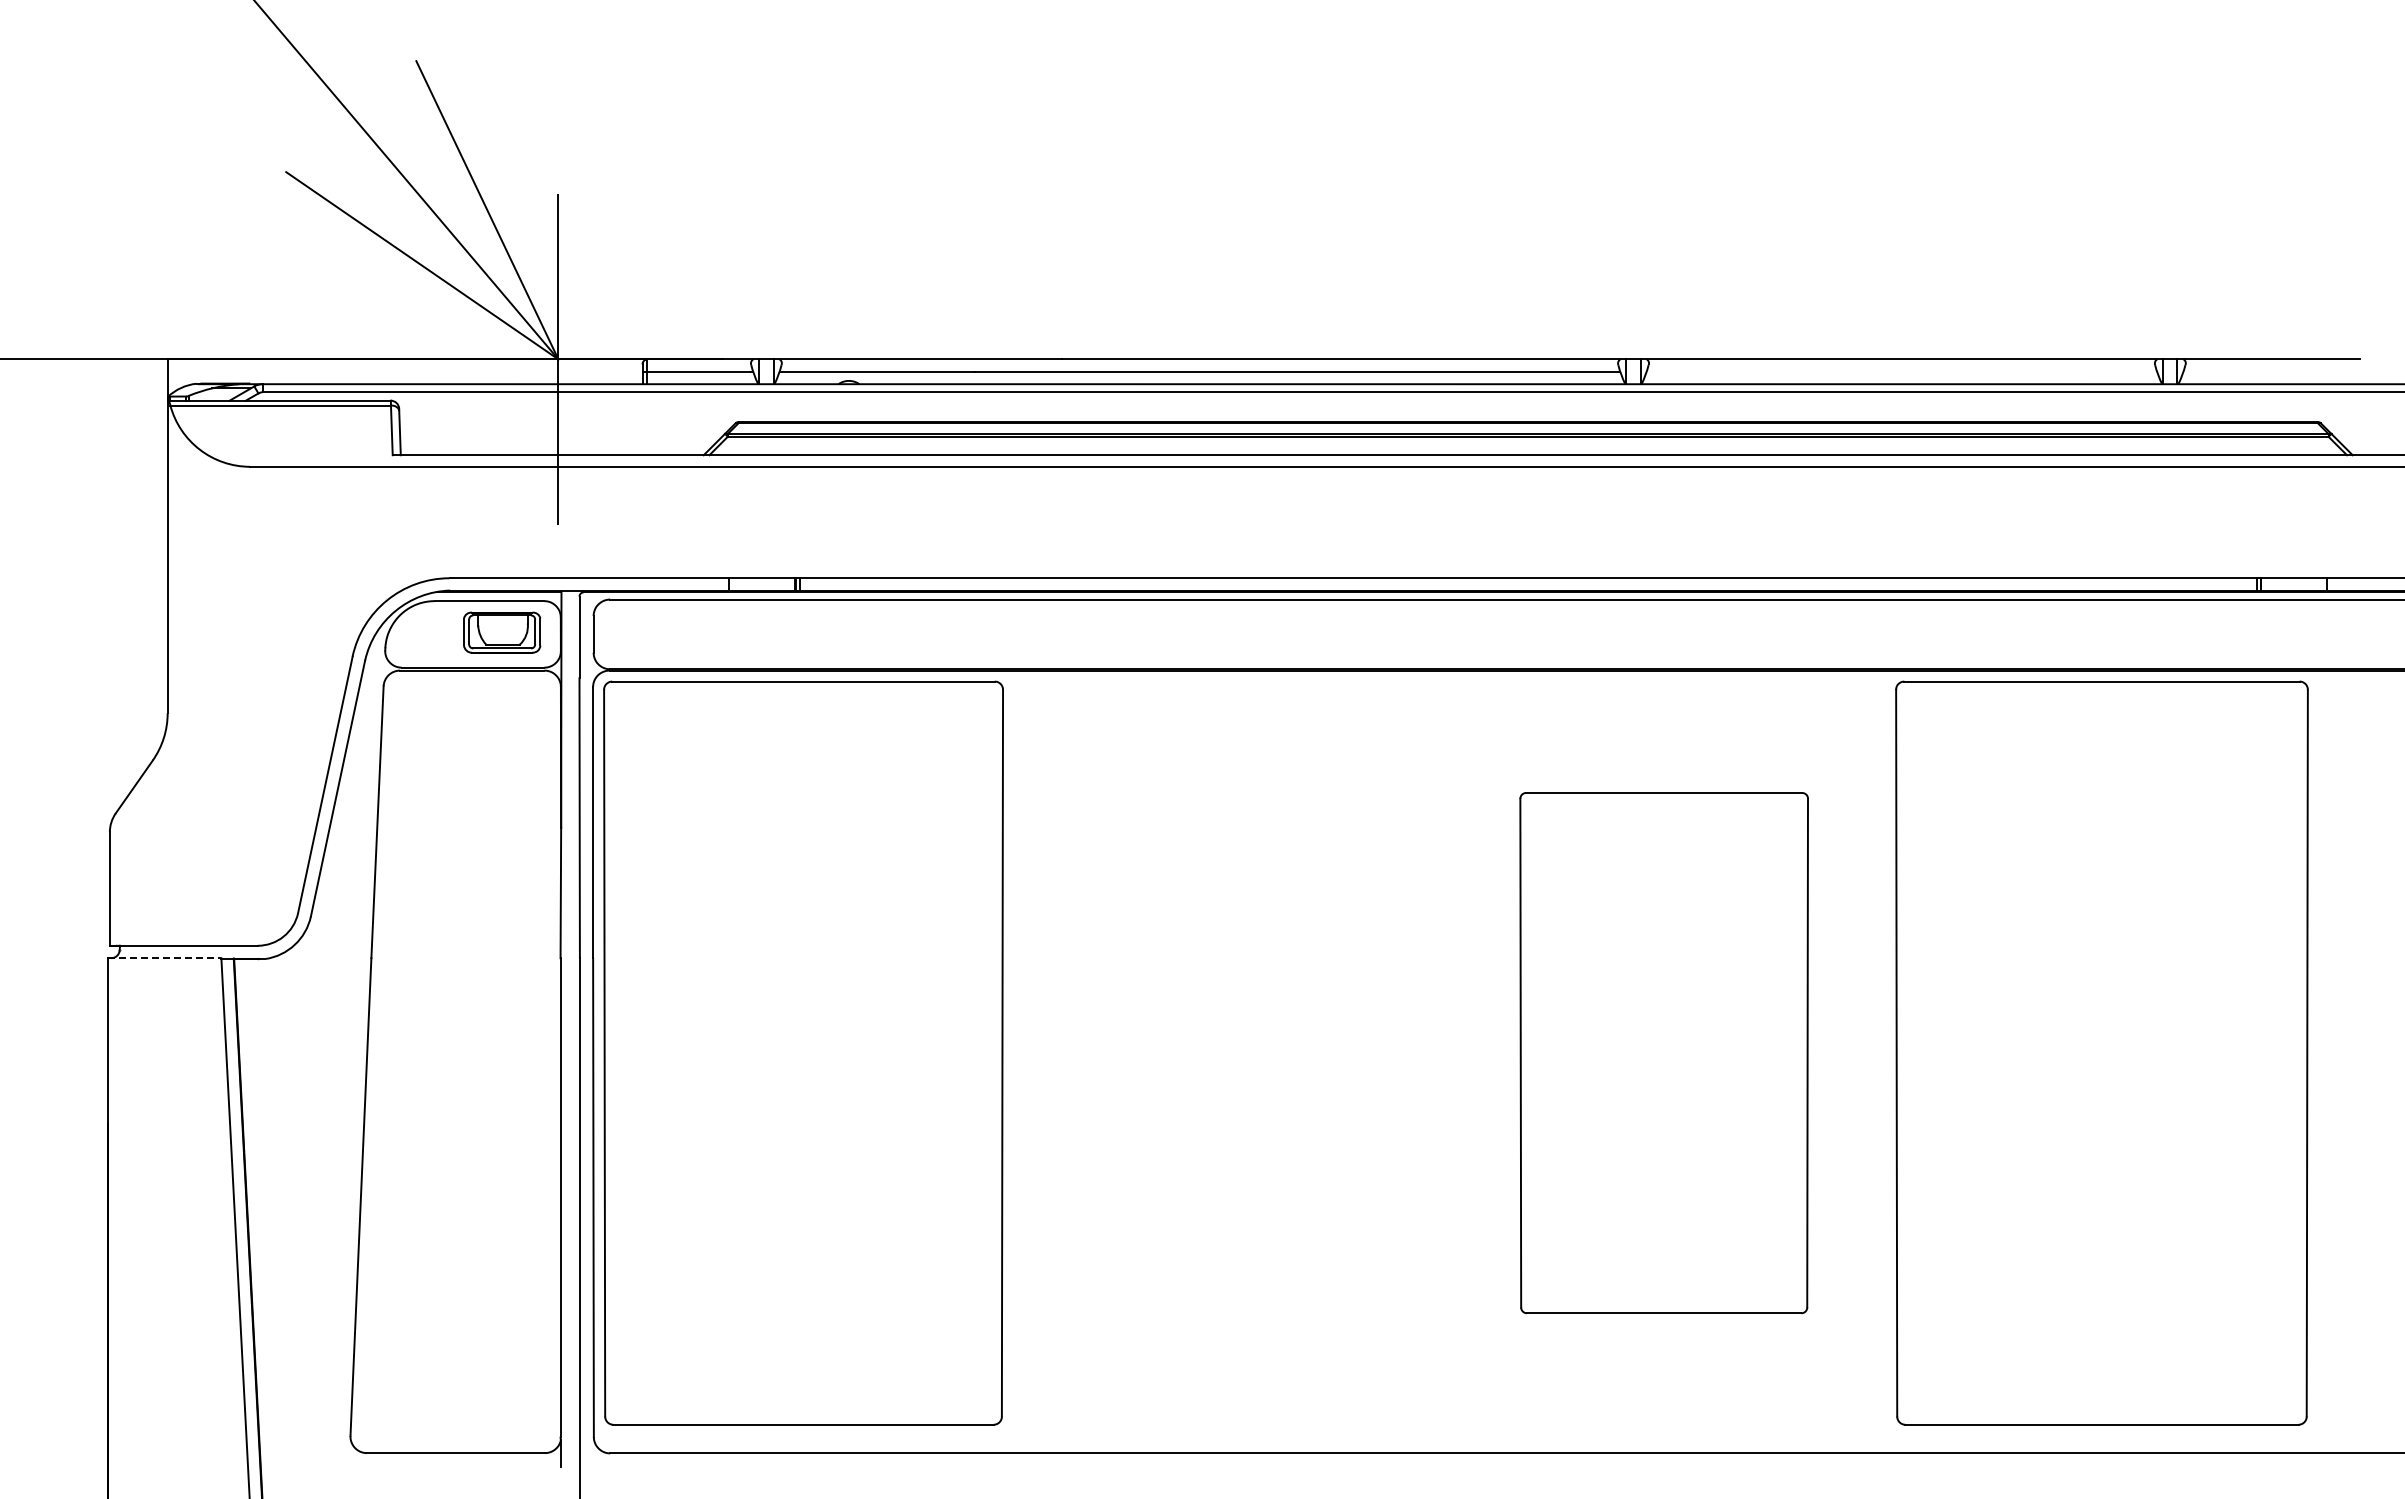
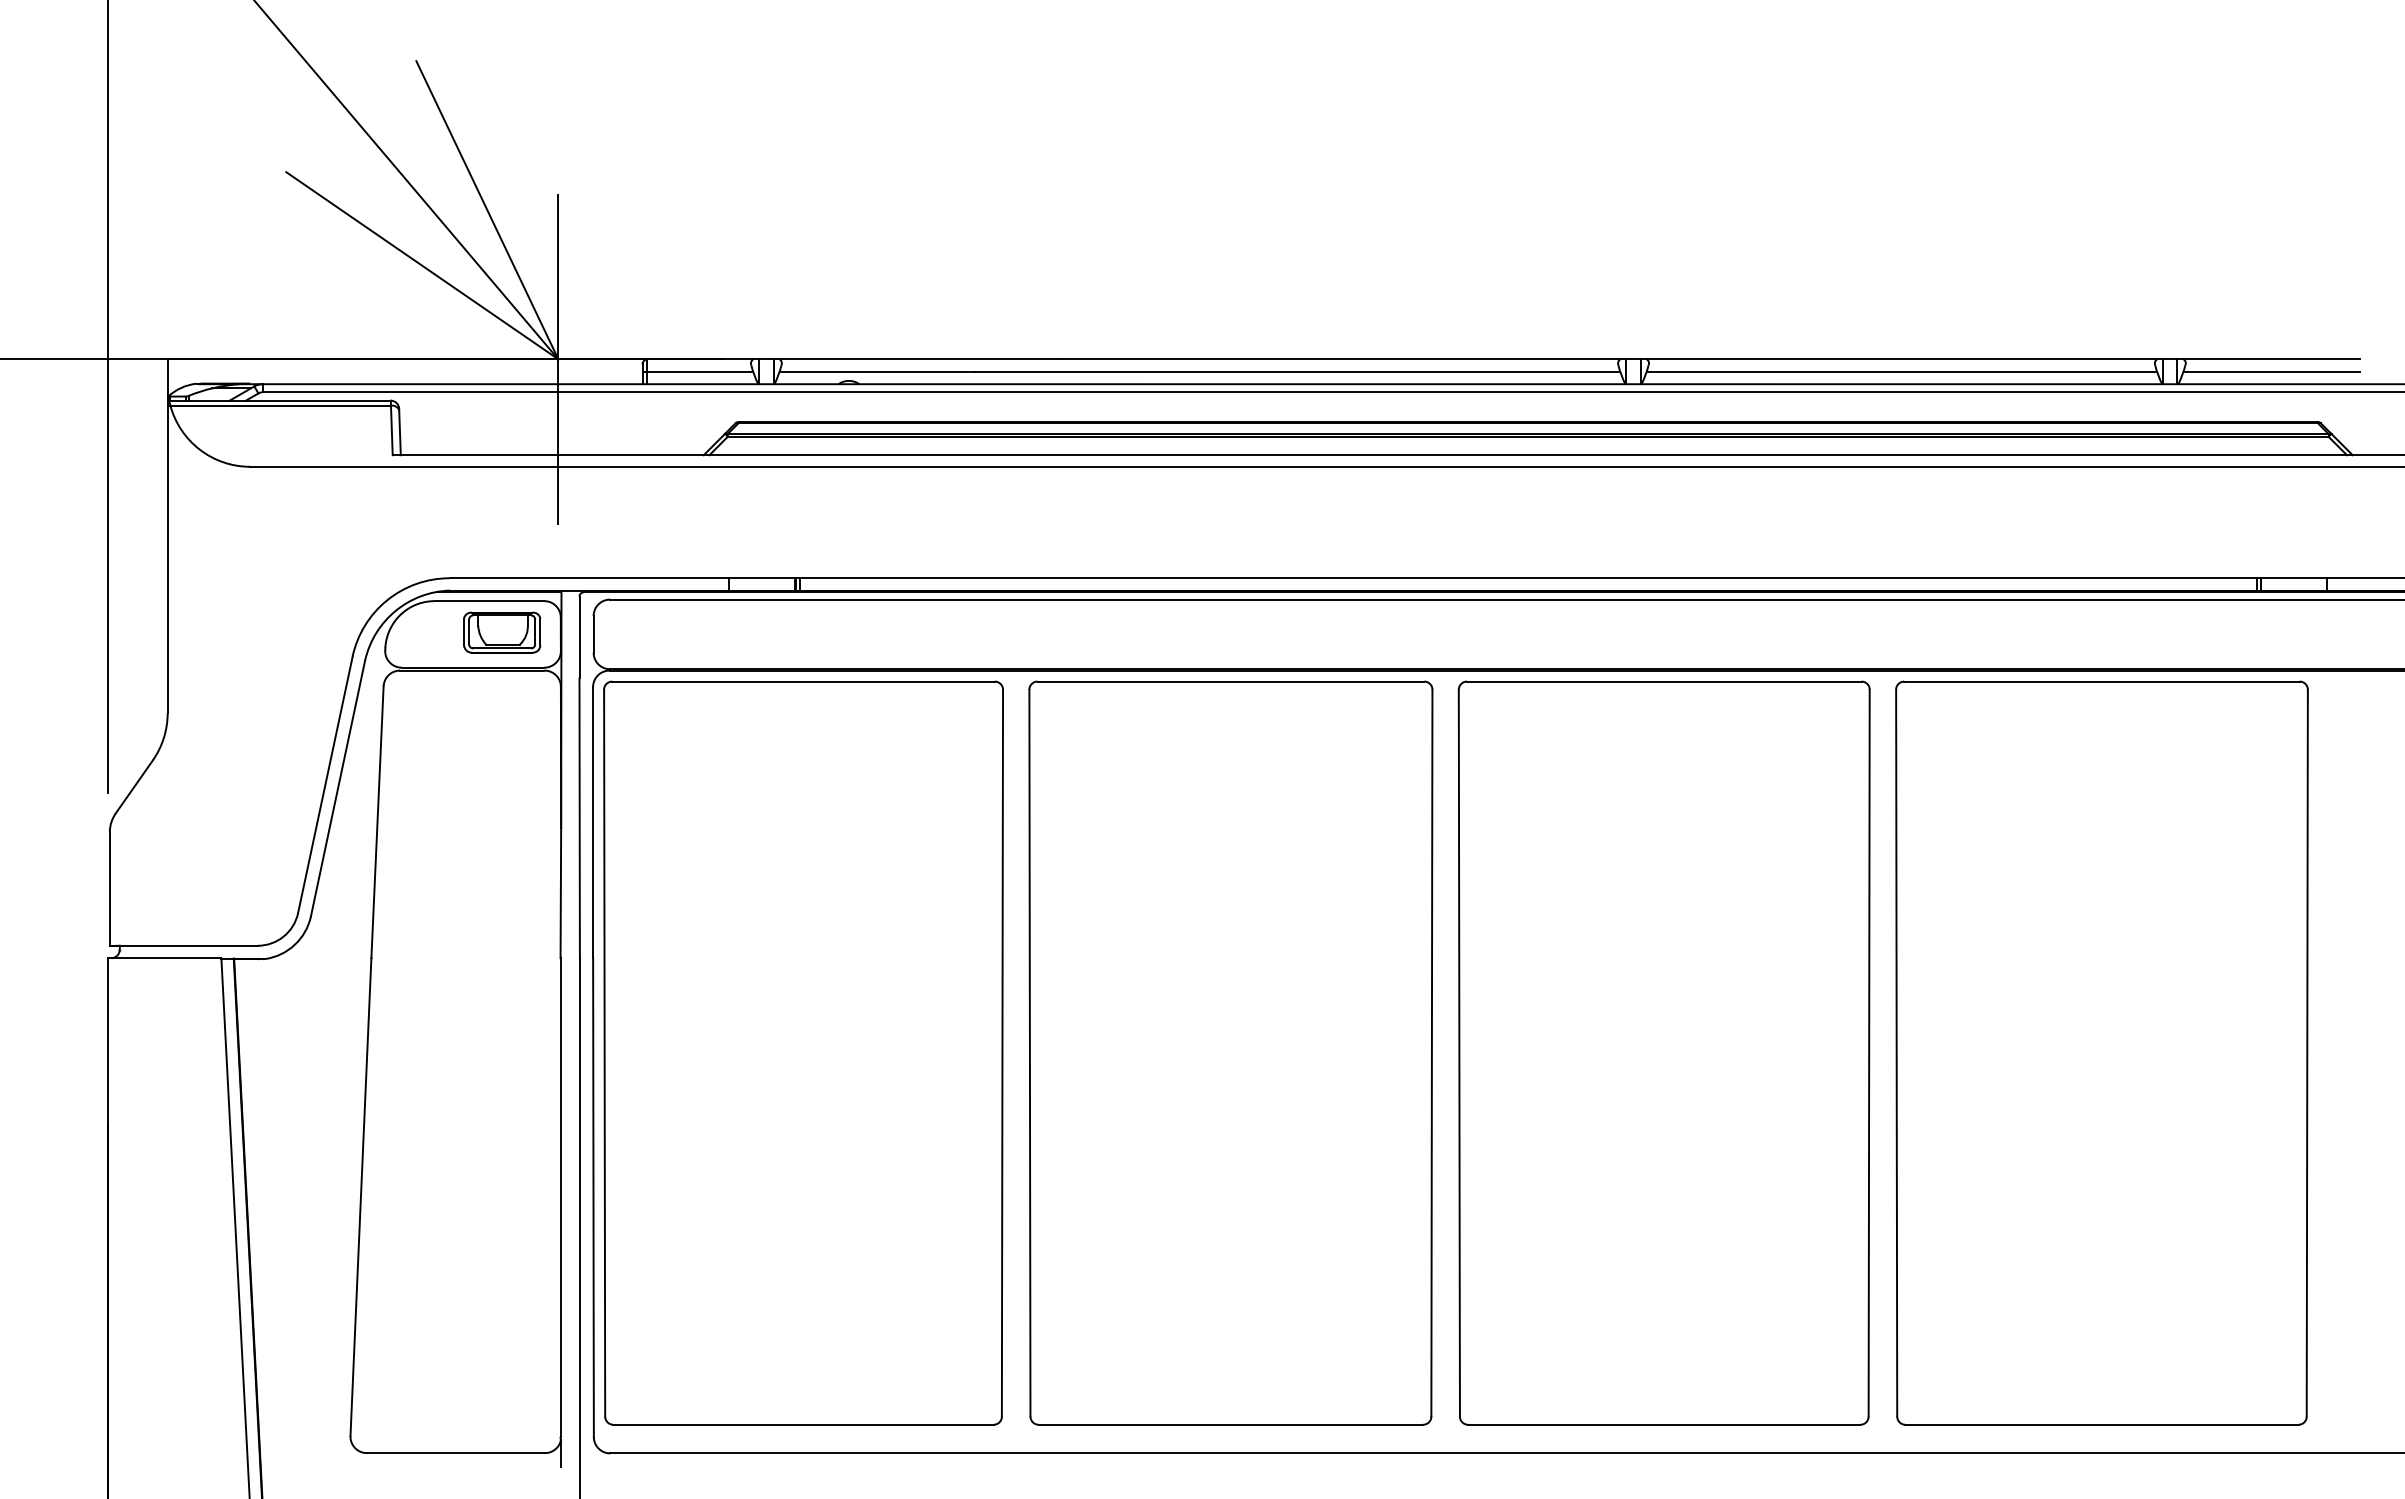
line at (1901, 371): none -> present
line at (2271, 371): none -> present
line at (108, 397): none -> present
line at (164, 958): dashed -> solid
part at (1230, 1052): none -> present
part at (1663, 1053) size: 290x523 px -> 414x746 px
